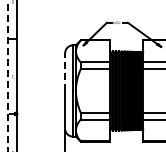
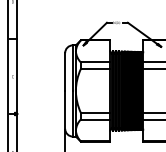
line at (65, 72): dashed -> solid
line at (7, 76): dashed -> solid
